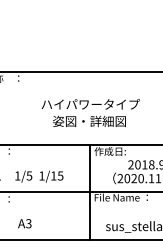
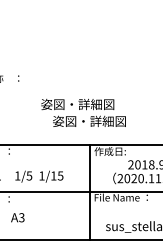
line at (80, 72): present -> none
text at (90, 104): ハイパワータイプ -> 姿図・詳細図
text at (24, 223) position: (24, 223) -> (17, 217)
